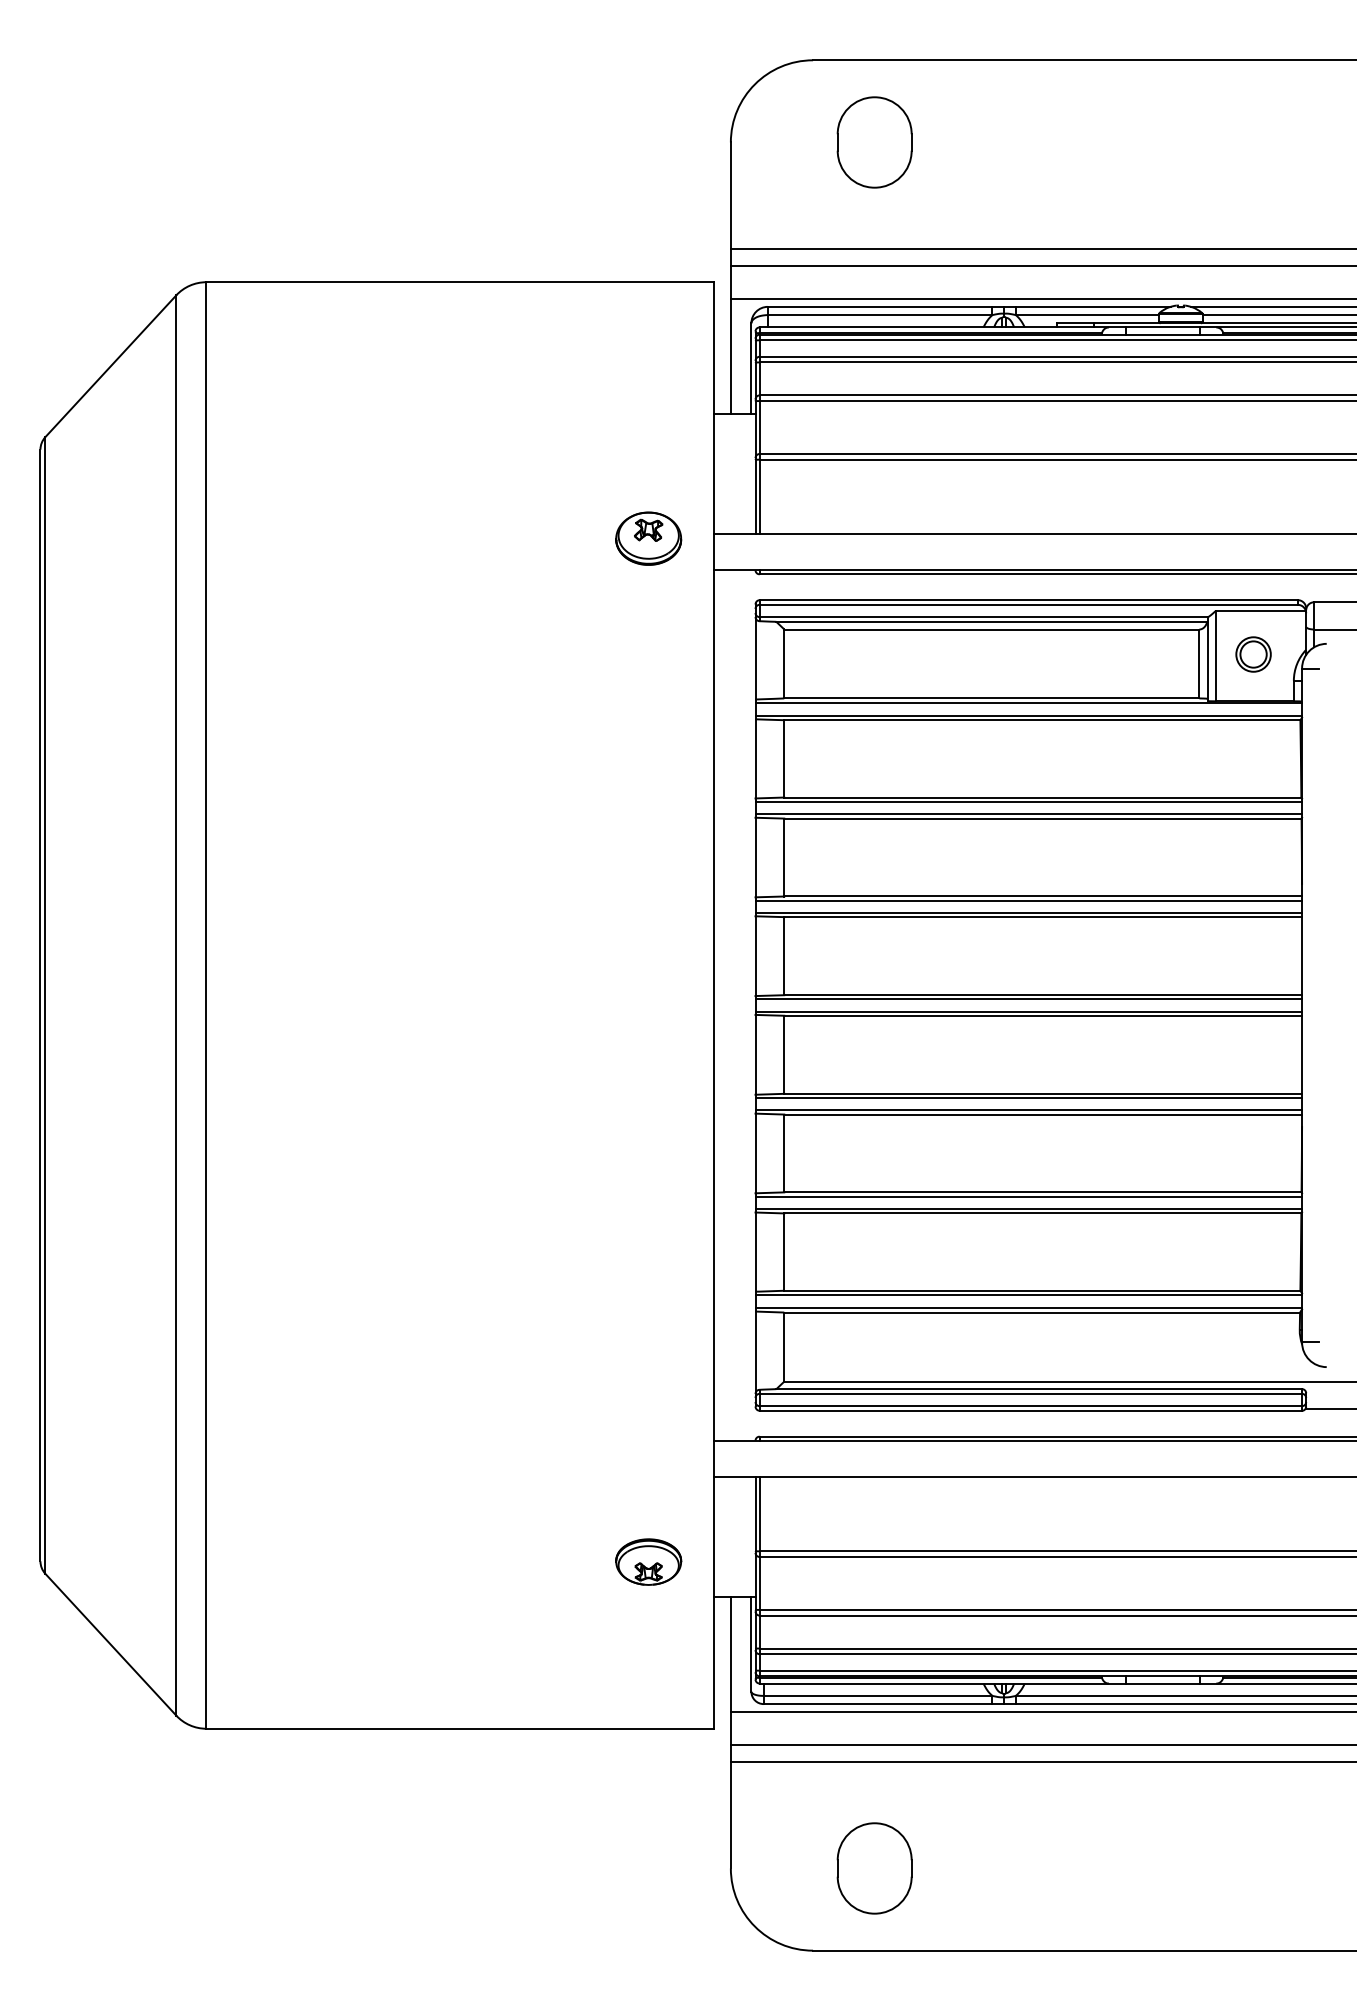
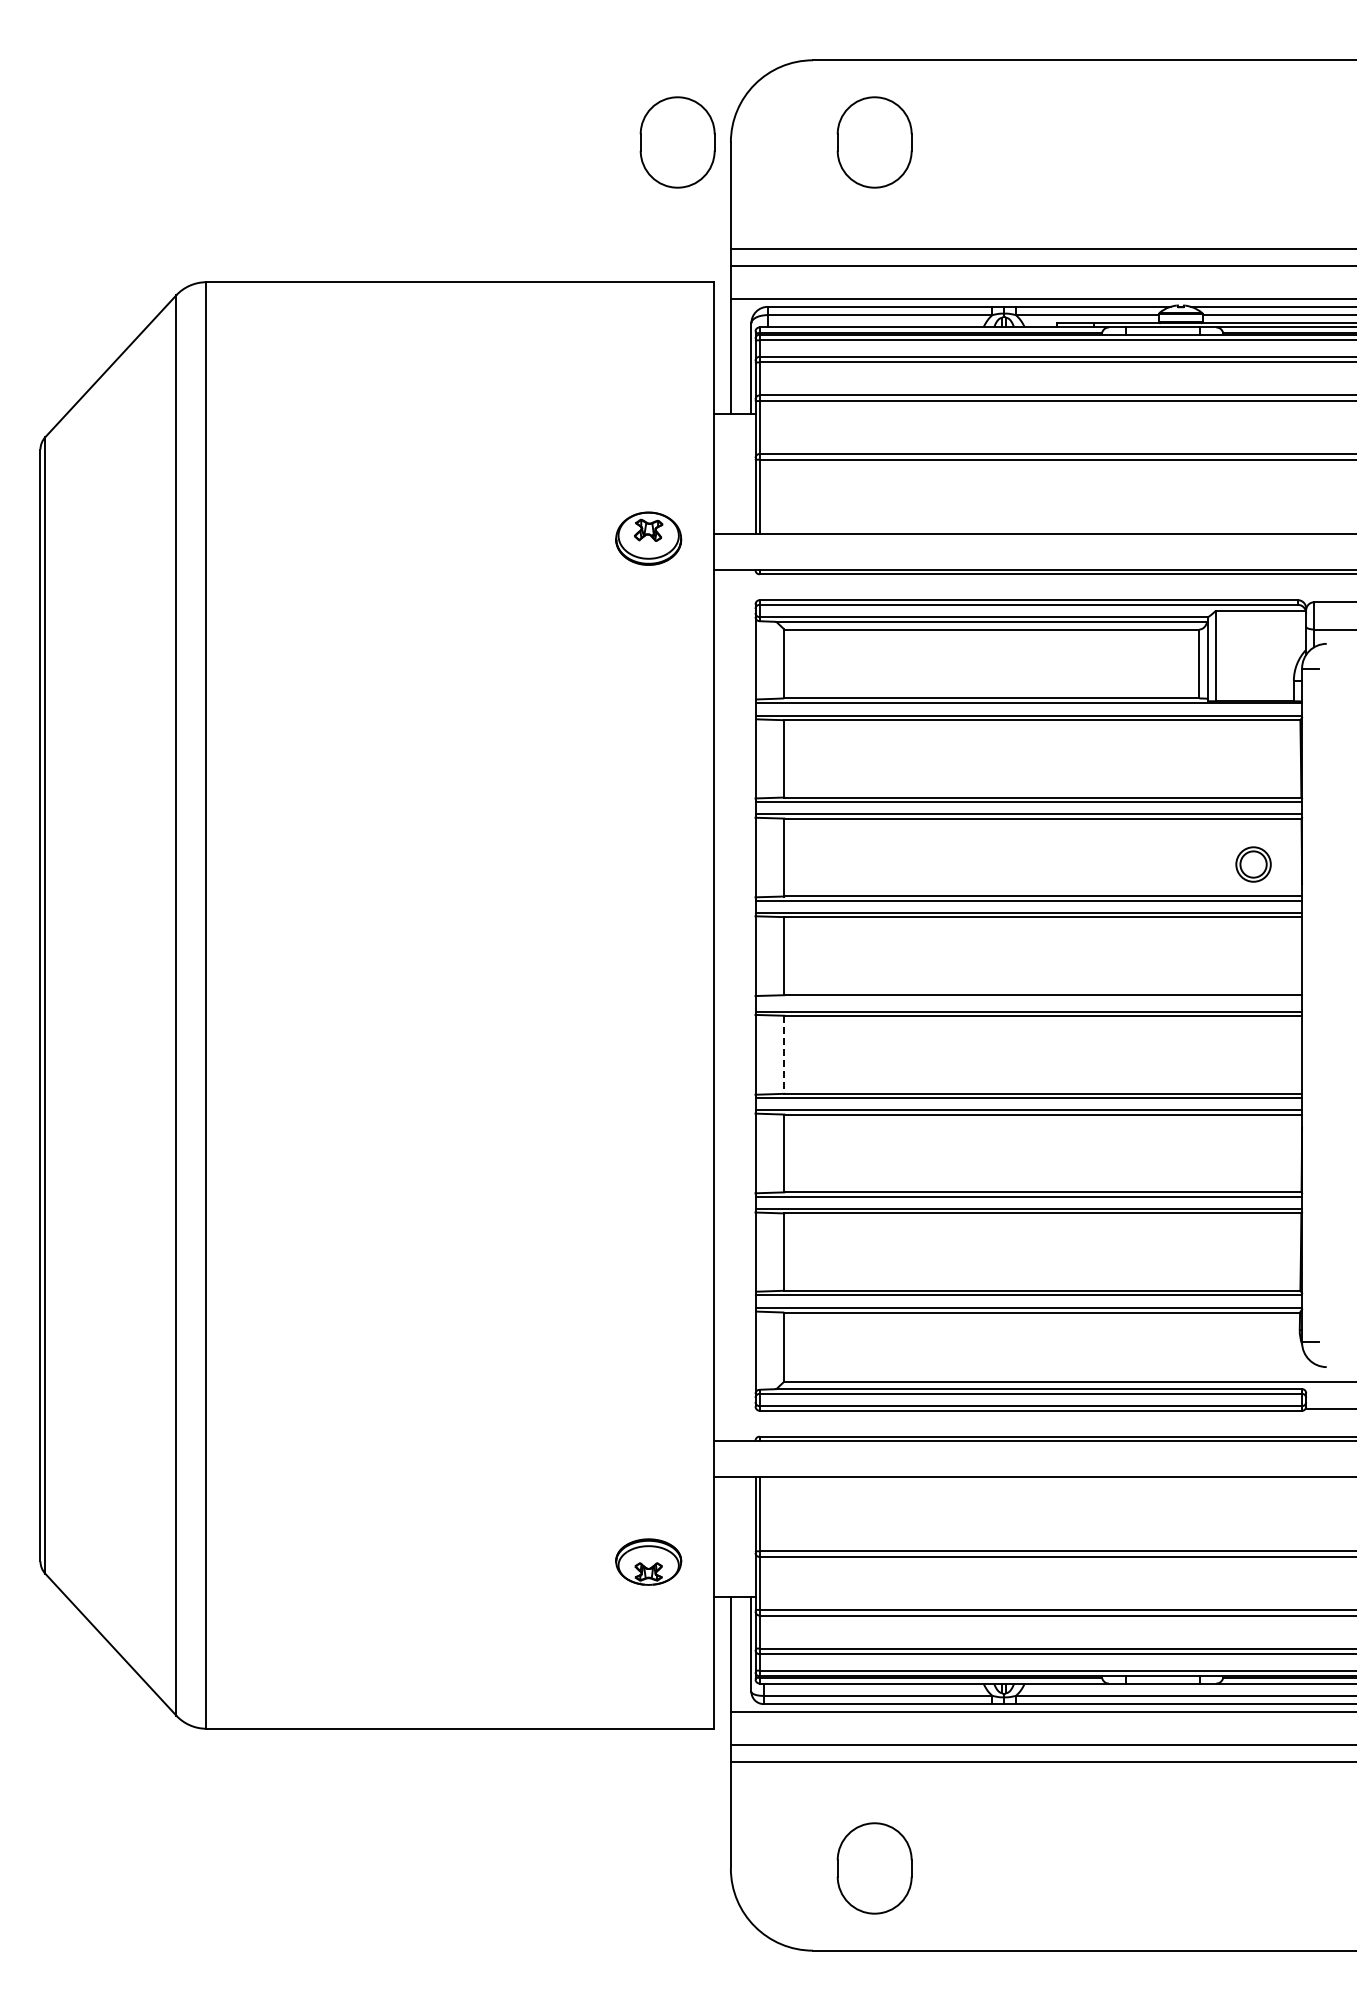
part at (677, 142): none -> present
part at (1253, 654) position: (1253, 654) -> (1253, 864)
line at (1028, 999): present -> none
line at (784, 1055): solid -> dashed
